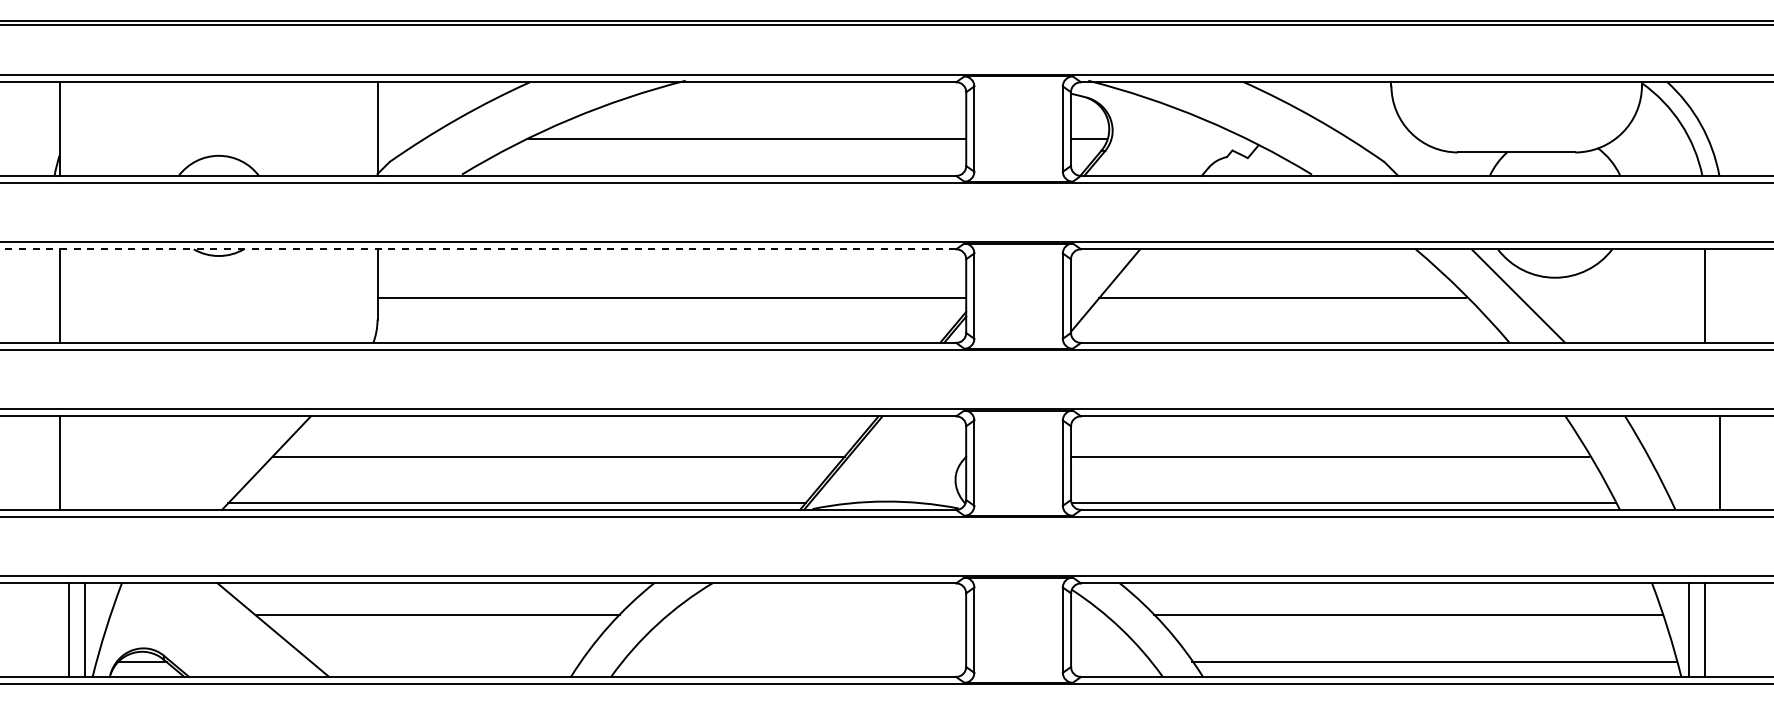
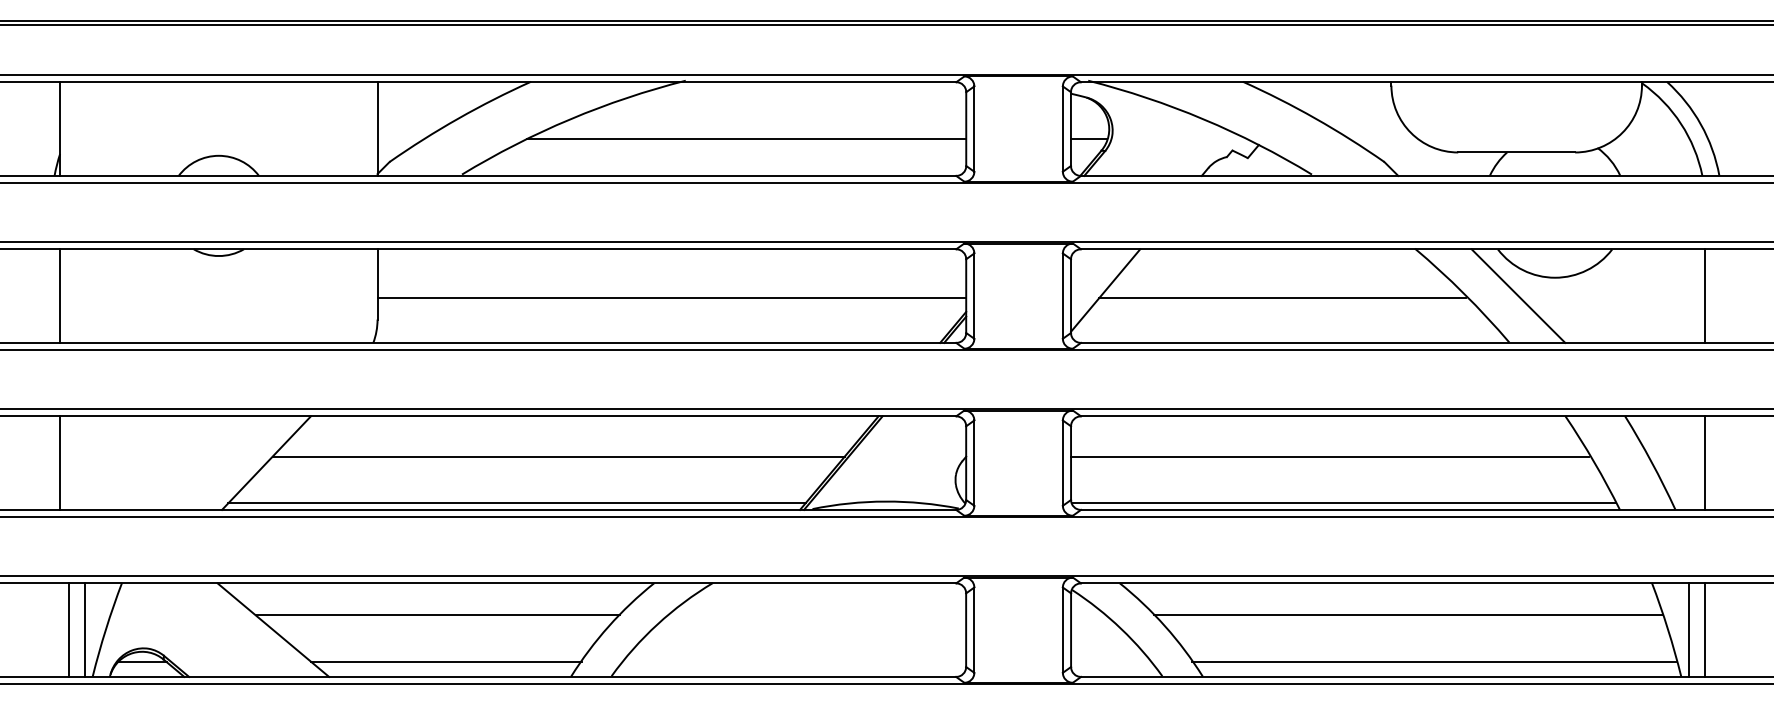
line at (478, 249): dashed -> solid
line at (1720, 462) position: (1720, 462) -> (1705, 462)
line at (446, 662): none -> present
